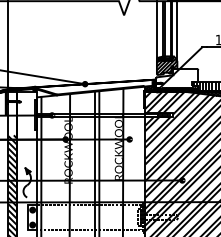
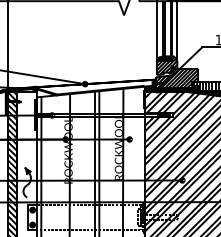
hatch at (177, 78): none -> present
hatch at (12, 113): none -> present
